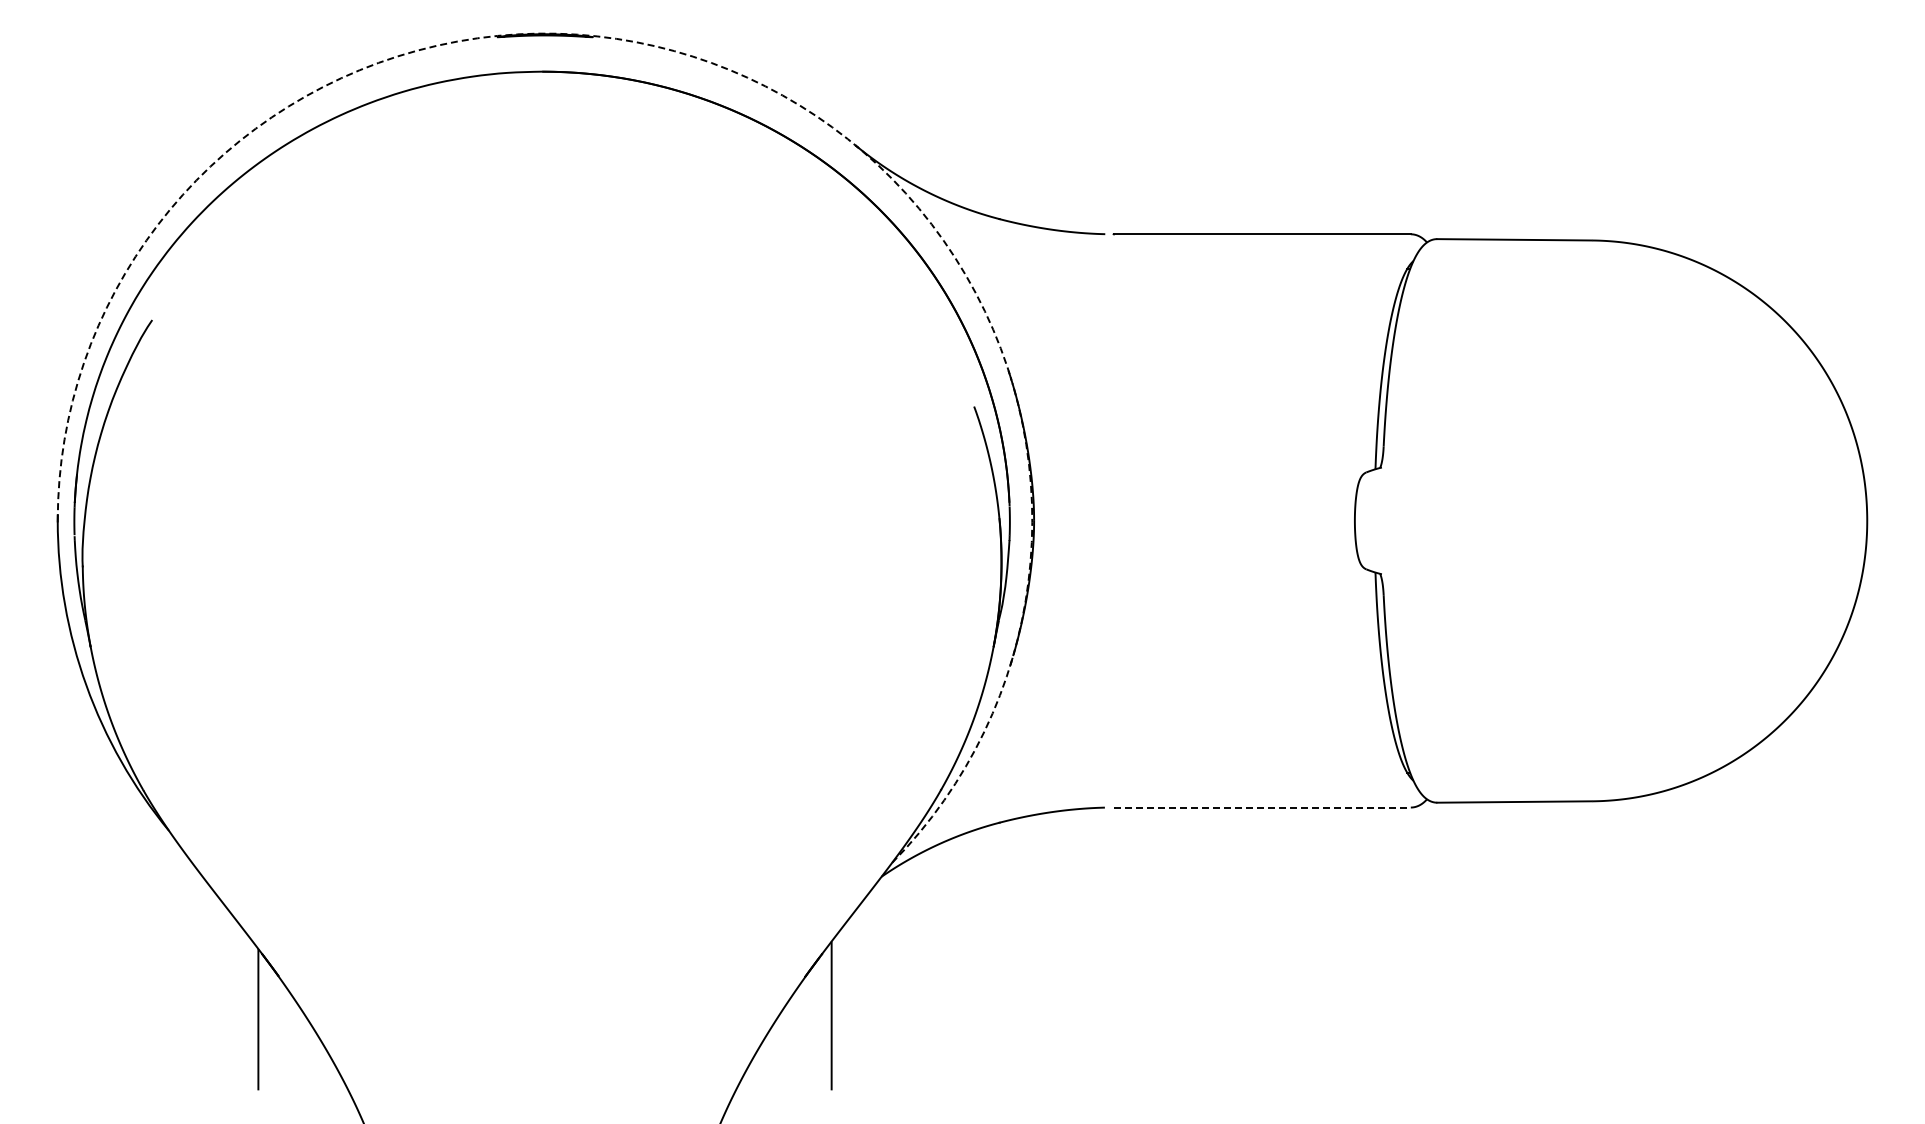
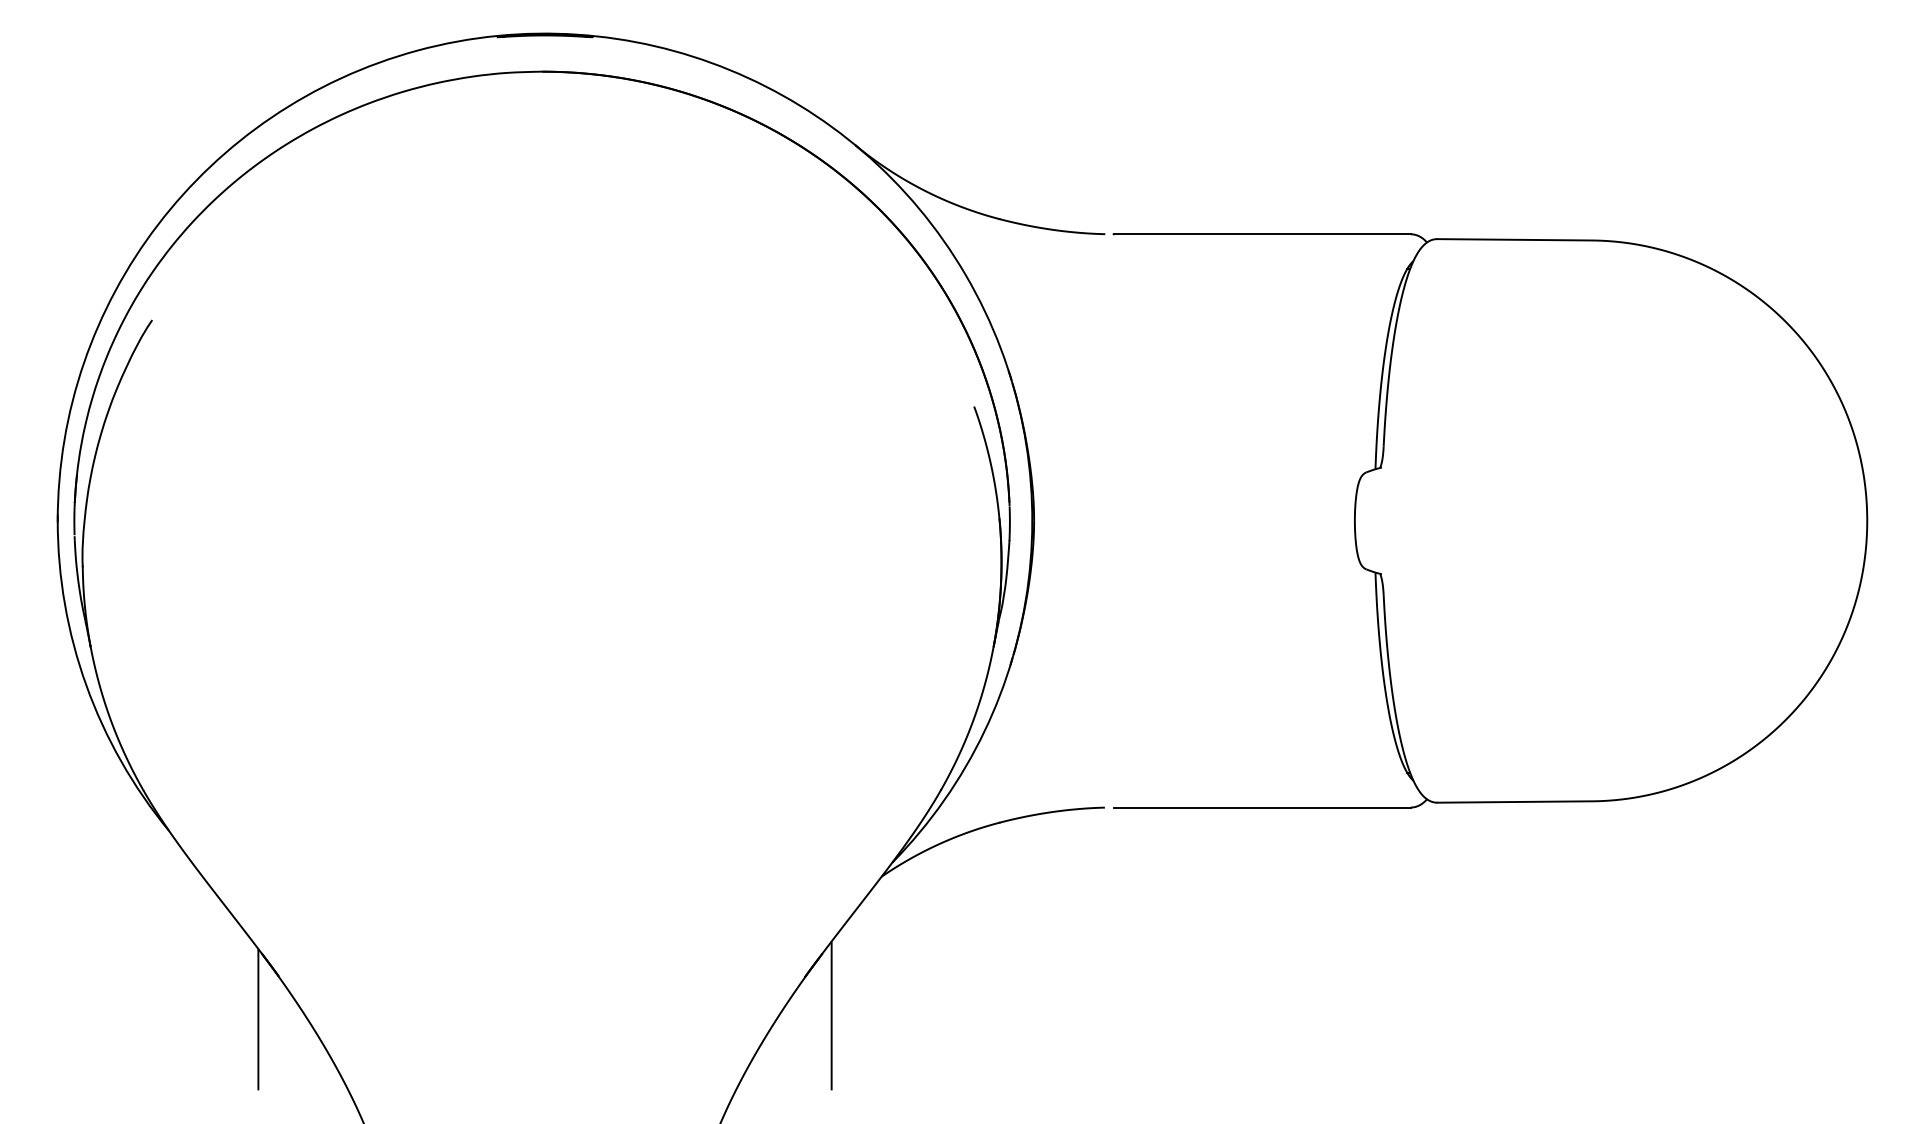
arc at (729, 70): dashed -> solid
line at (1263, 807): dashed -> solid
